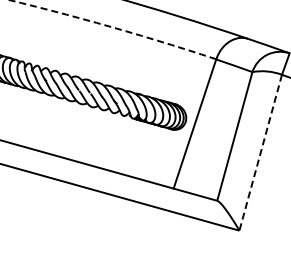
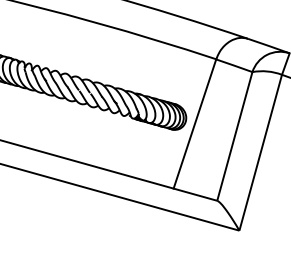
arc at (113, 27): dashed -> solid
line at (260, 152): dashed -> solid
